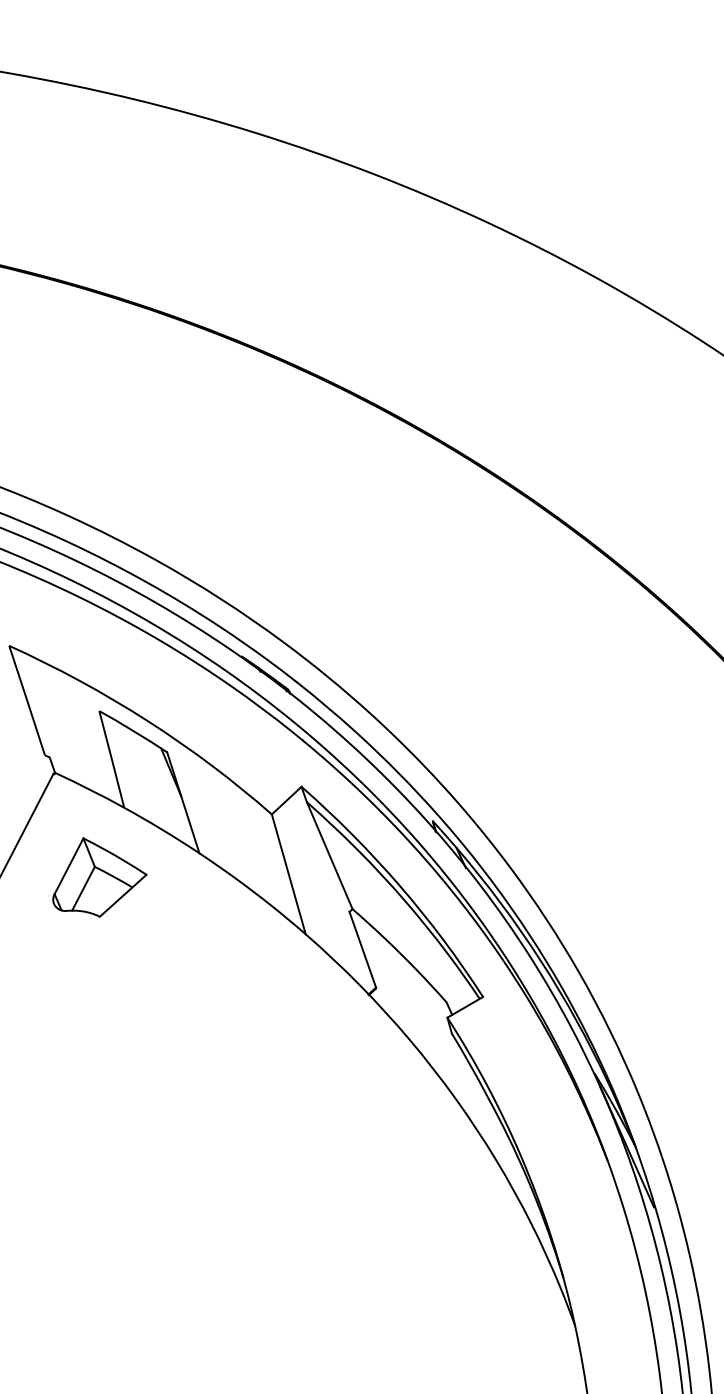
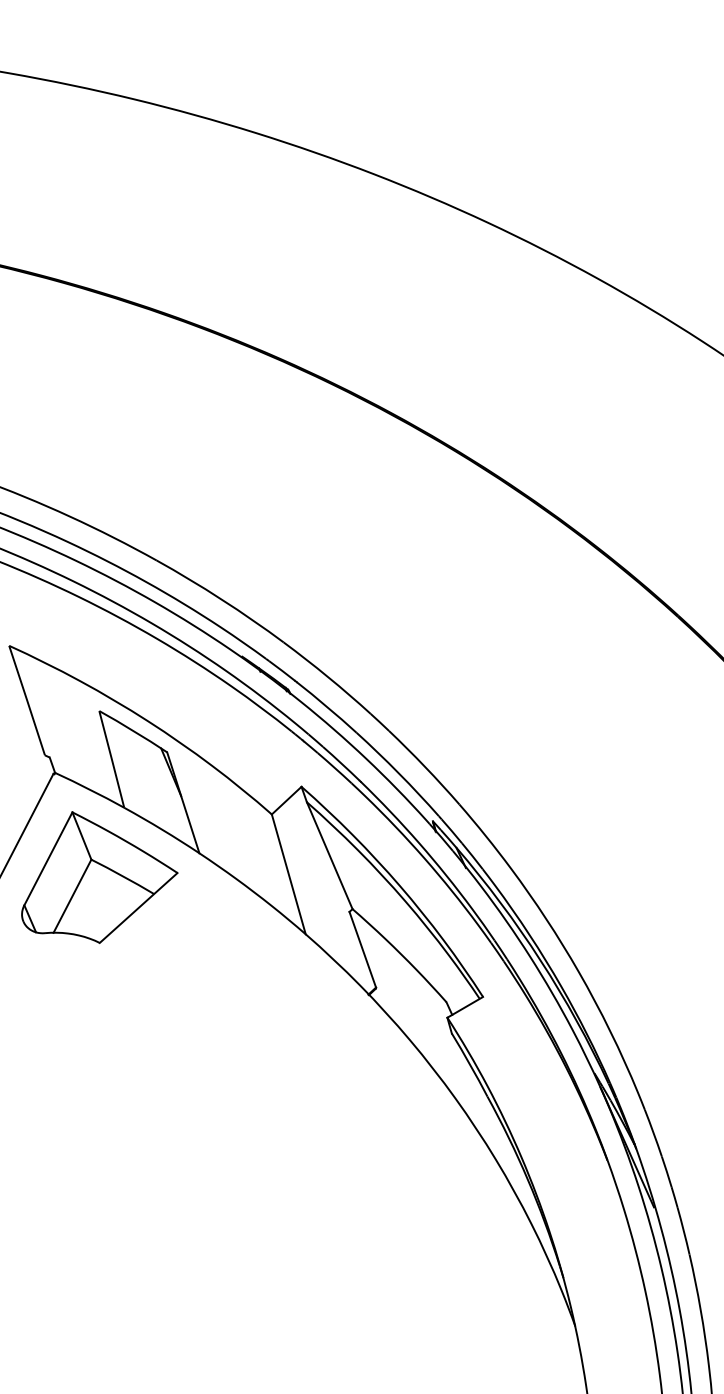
part at (99, 877) size: 96x81 px -> 158x133 px
